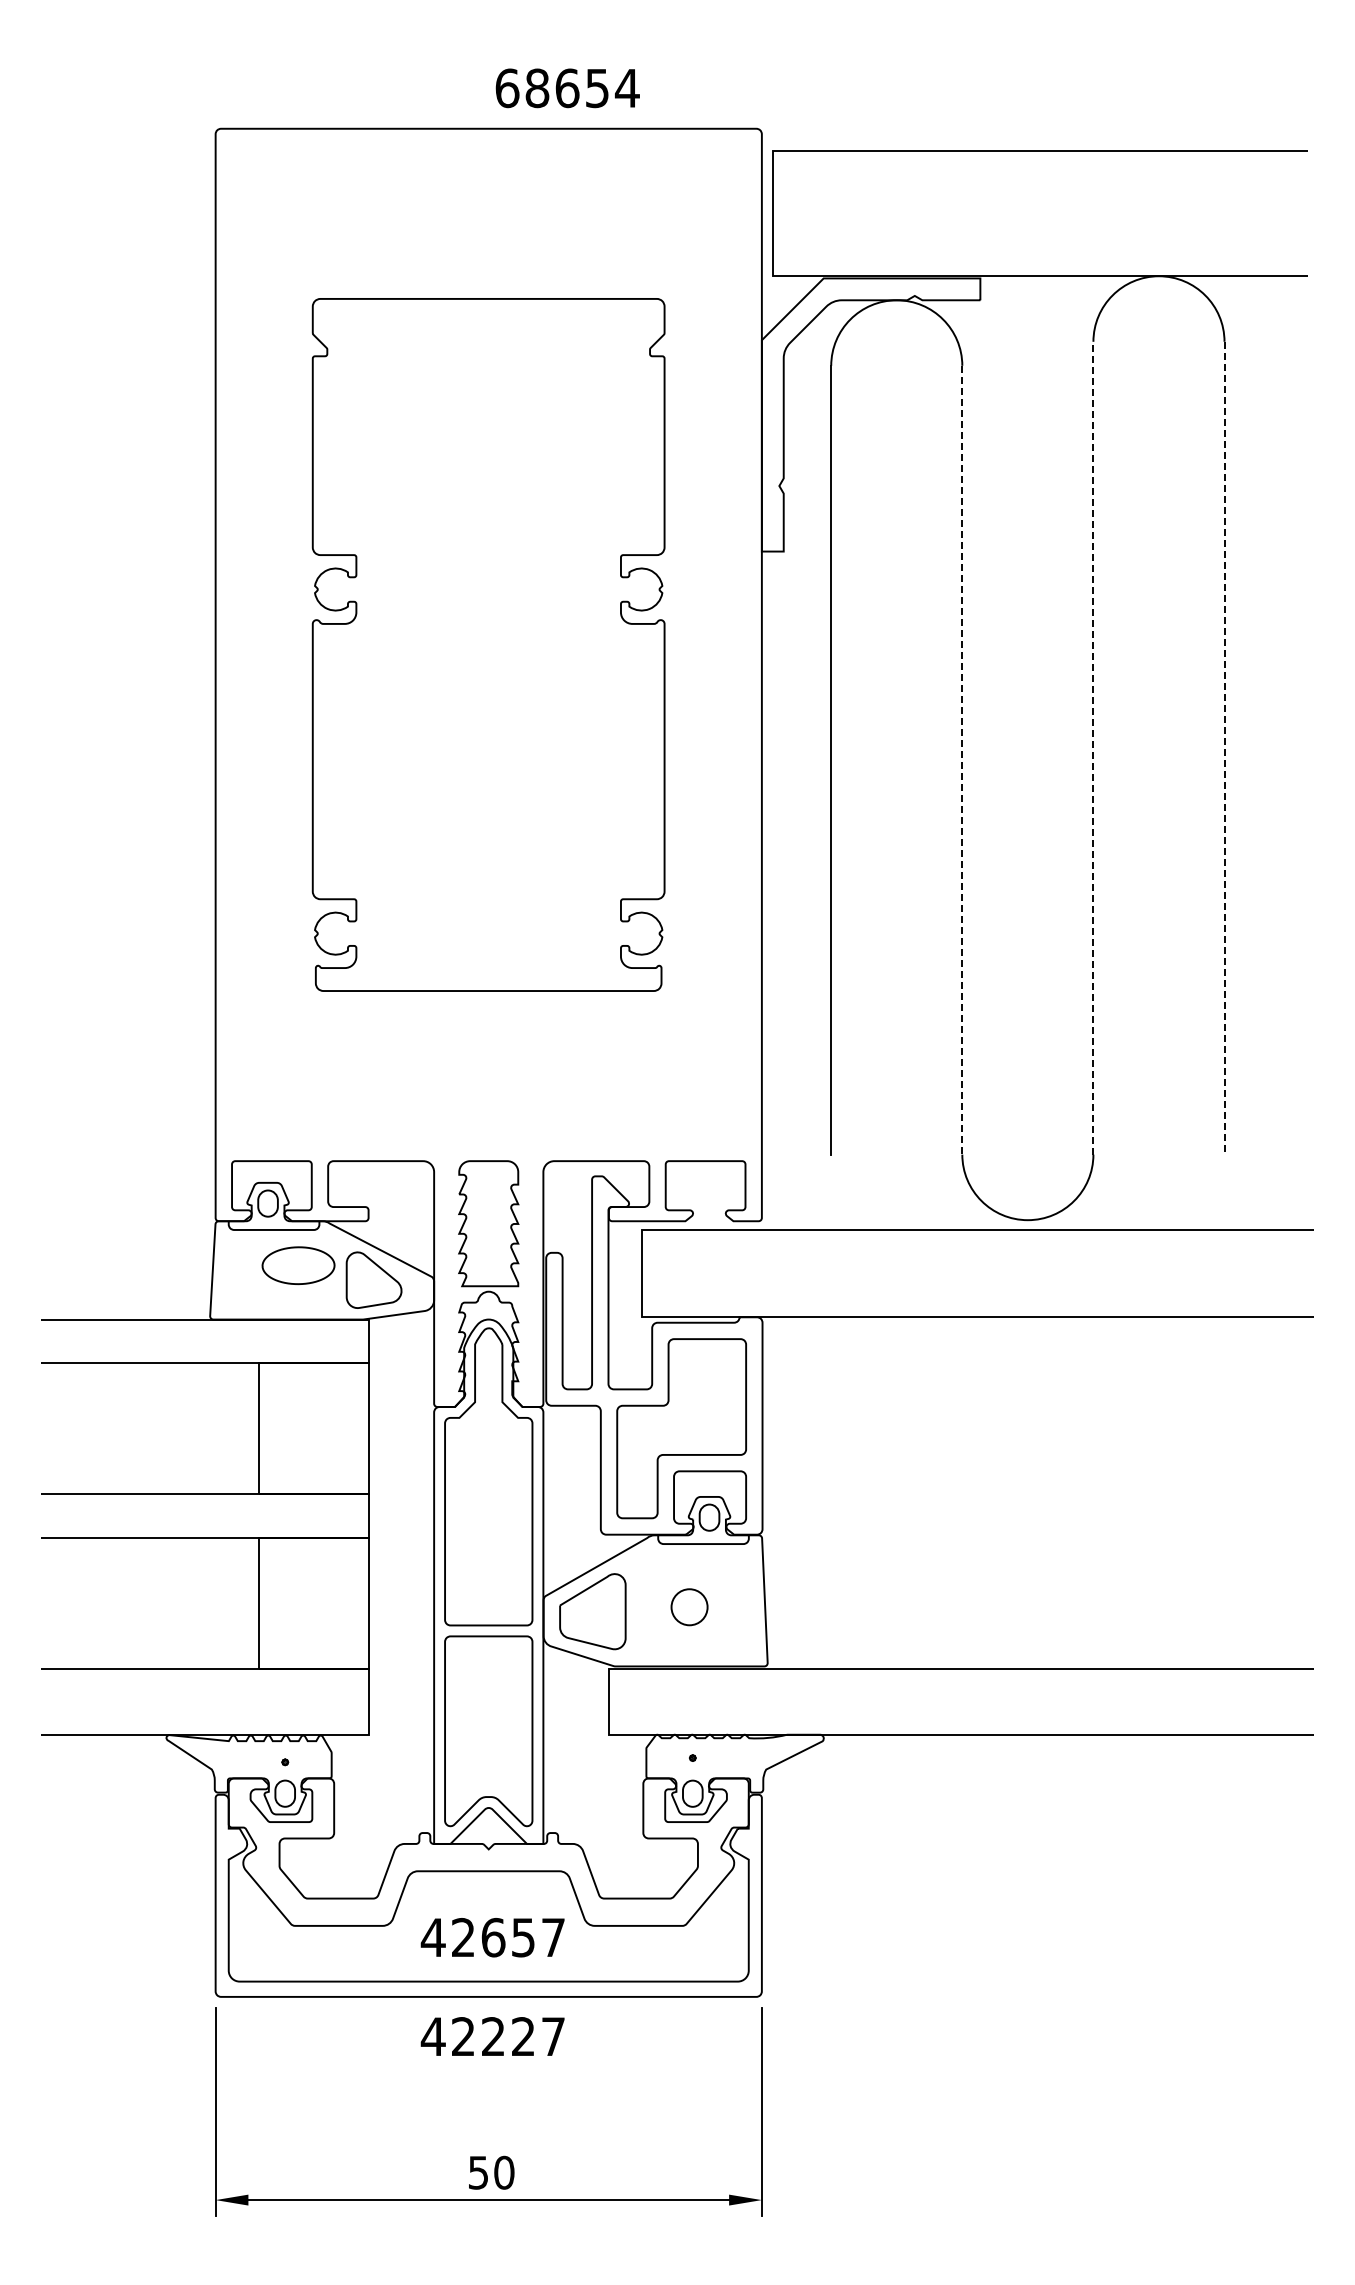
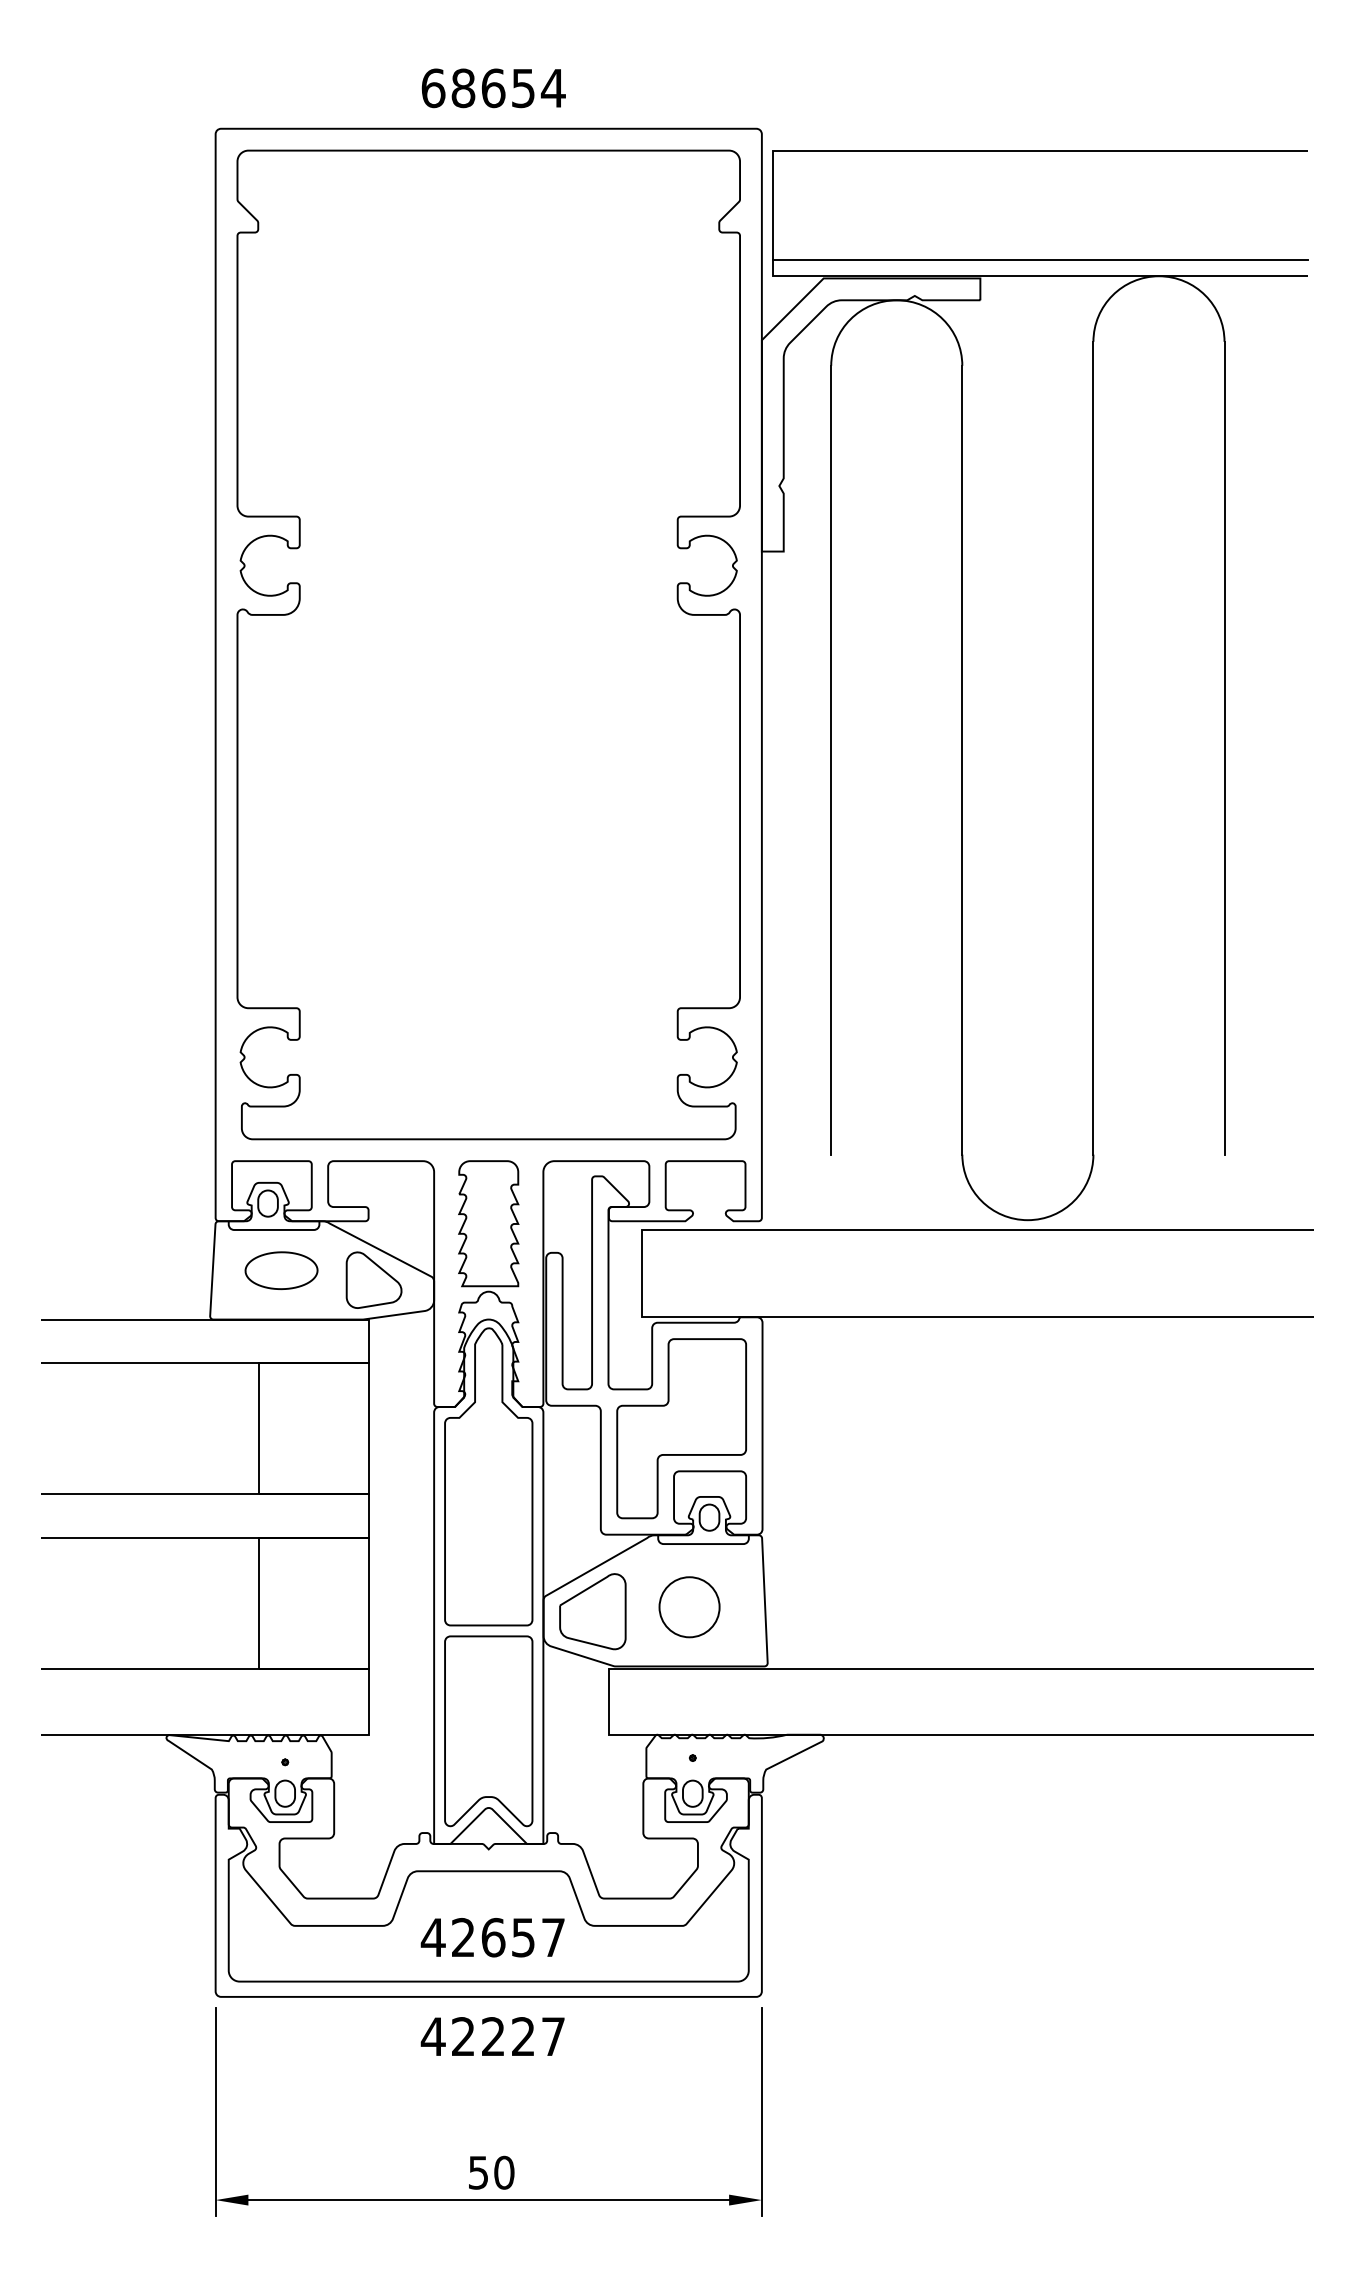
text at (567, 88) position: (567, 88) -> (493, 88)
line at (1040, 259): none -> present
part at (488, 644) size: 355x694 px -> 505x992 px
line at (1093, 747): dashed -> solid
line at (1224, 748): dashed -> solid
line at (962, 760): dashed -> solid
part at (298, 1265) position: (298, 1265) -> (281, 1270)
circle at (689, 1607) diameter: 36 px -> 60 px
